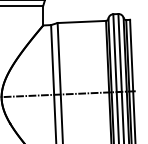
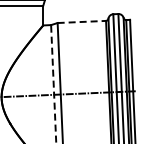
line at (82, 21): solid -> dashed
line at (53, 83): solid -> dashed
